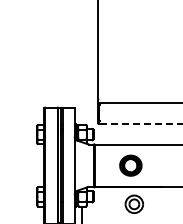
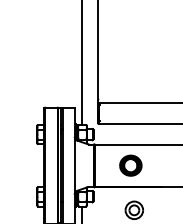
line at (81, 63): none -> present
line at (141, 123): dashed -> solid
part at (133, 203) position: (133, 203) -> (133, 209)
